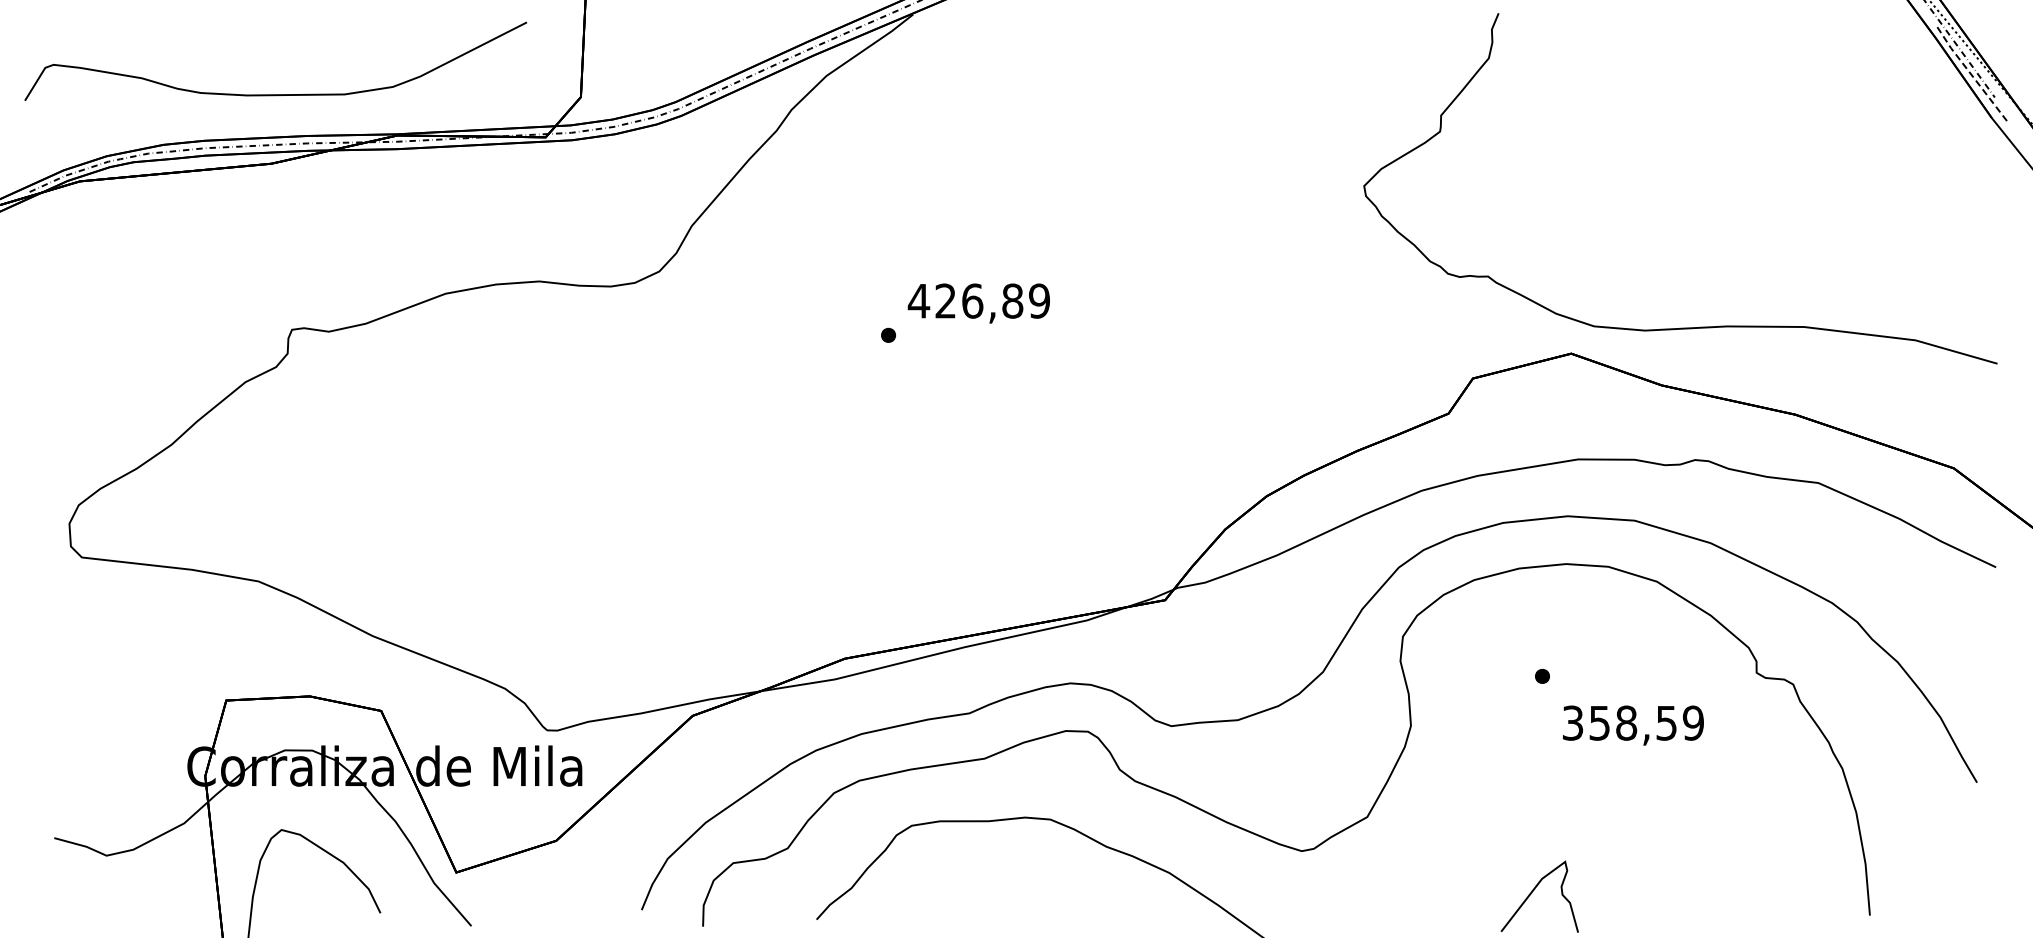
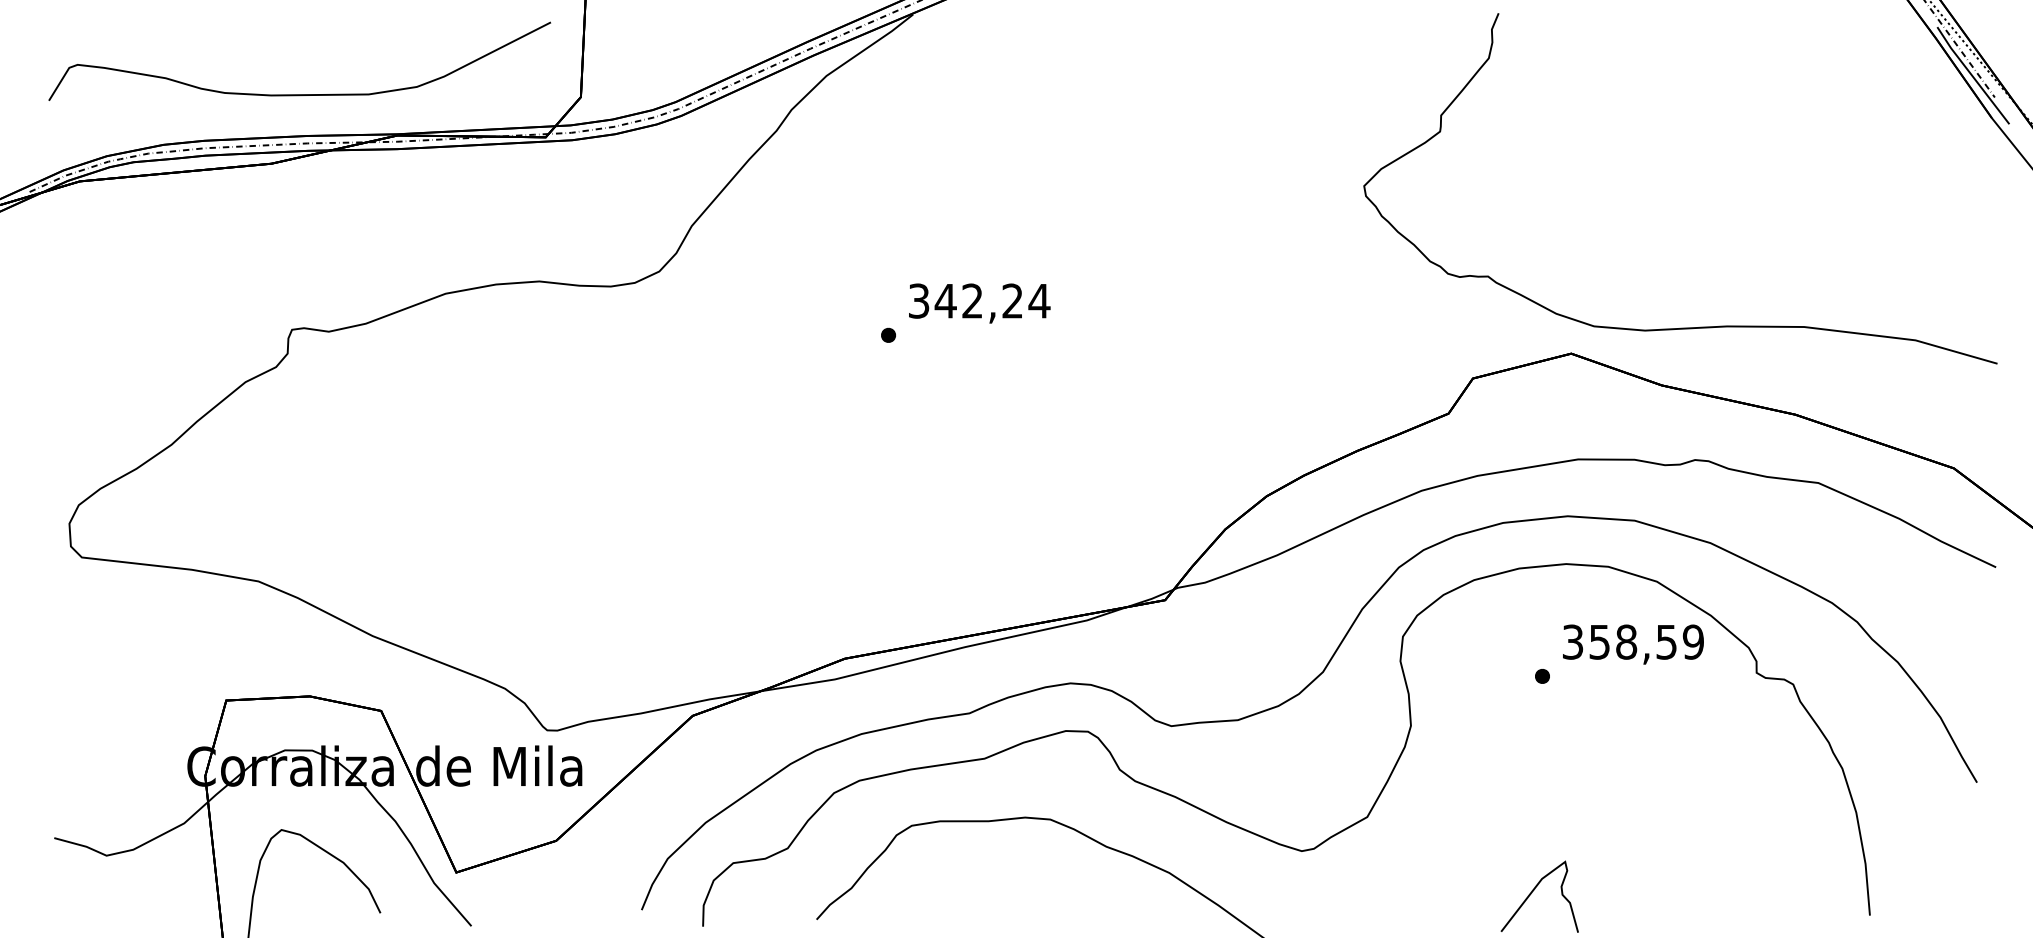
line at (1972, 75): dashed -> solid
curve at (275, 94) position: (275, 94) -> (299, 94)
text at (978, 300): 426,89 -> 342,24
text at (1633, 725) position: (1633, 725) -> (1633, 644)
